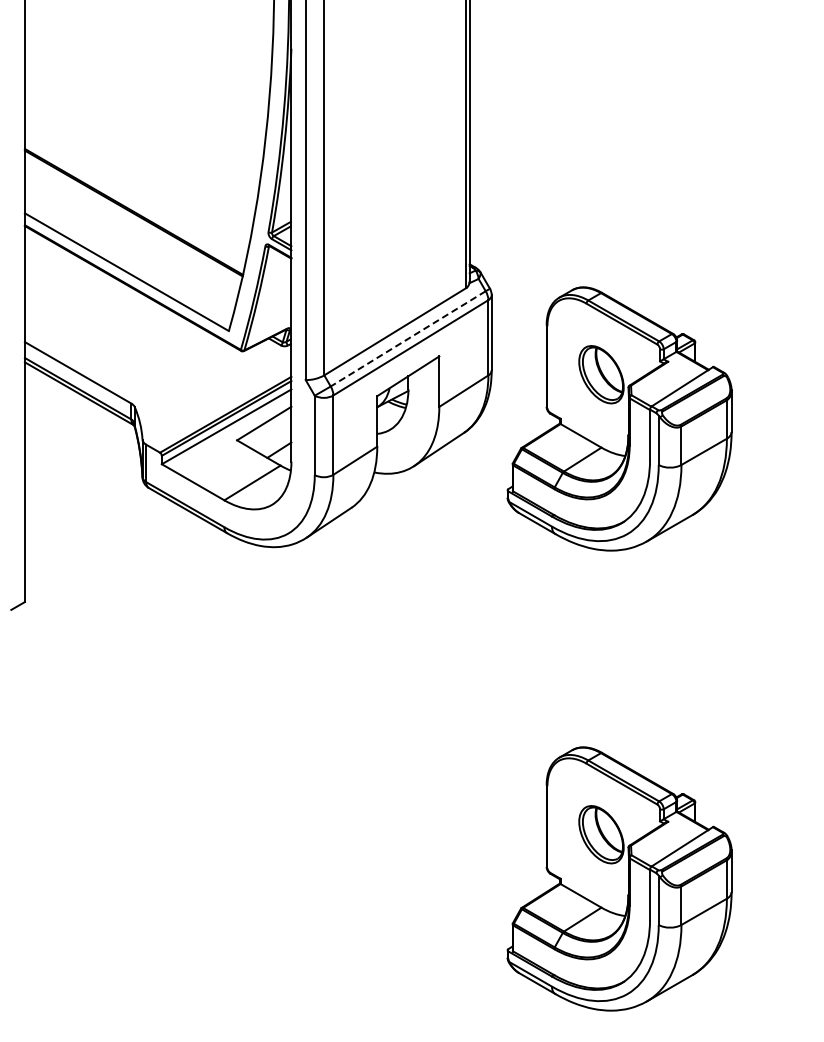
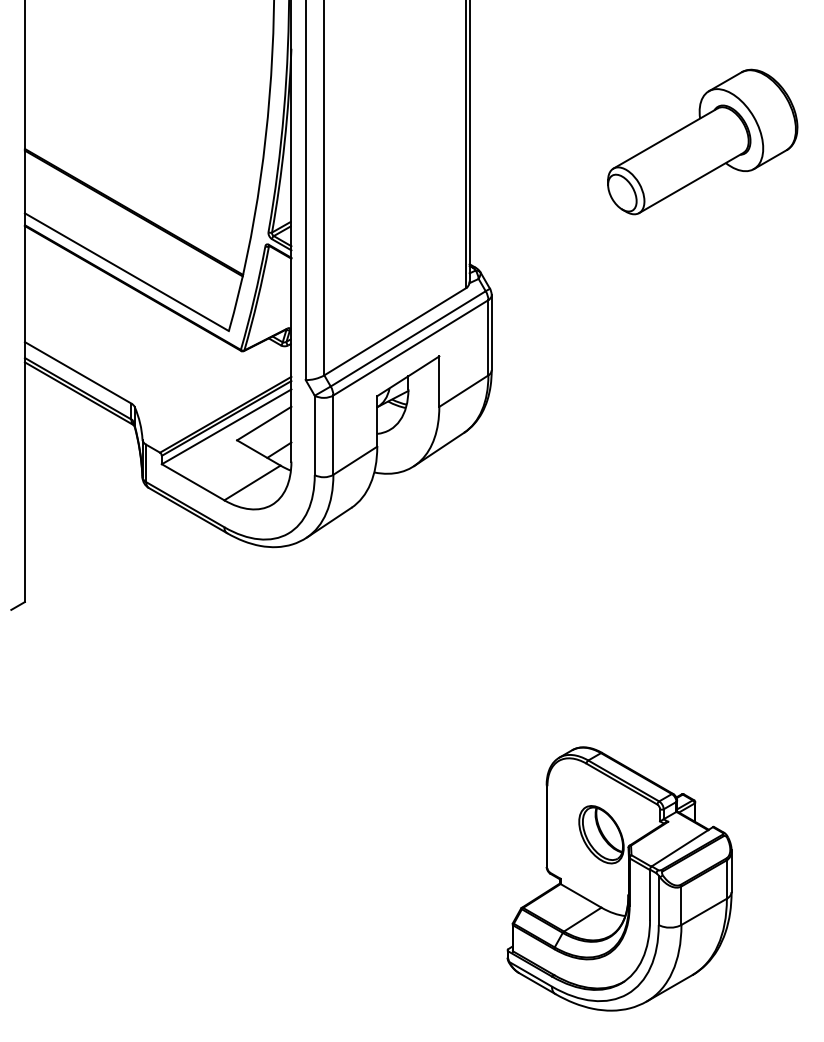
part at (702, 141): none -> present
line at (408, 338): dashed -> solid
part at (619, 418): present -> none
